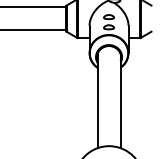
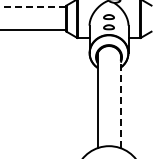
line at (33, 7): solid -> dashed
line at (120, 101): solid -> dashed
